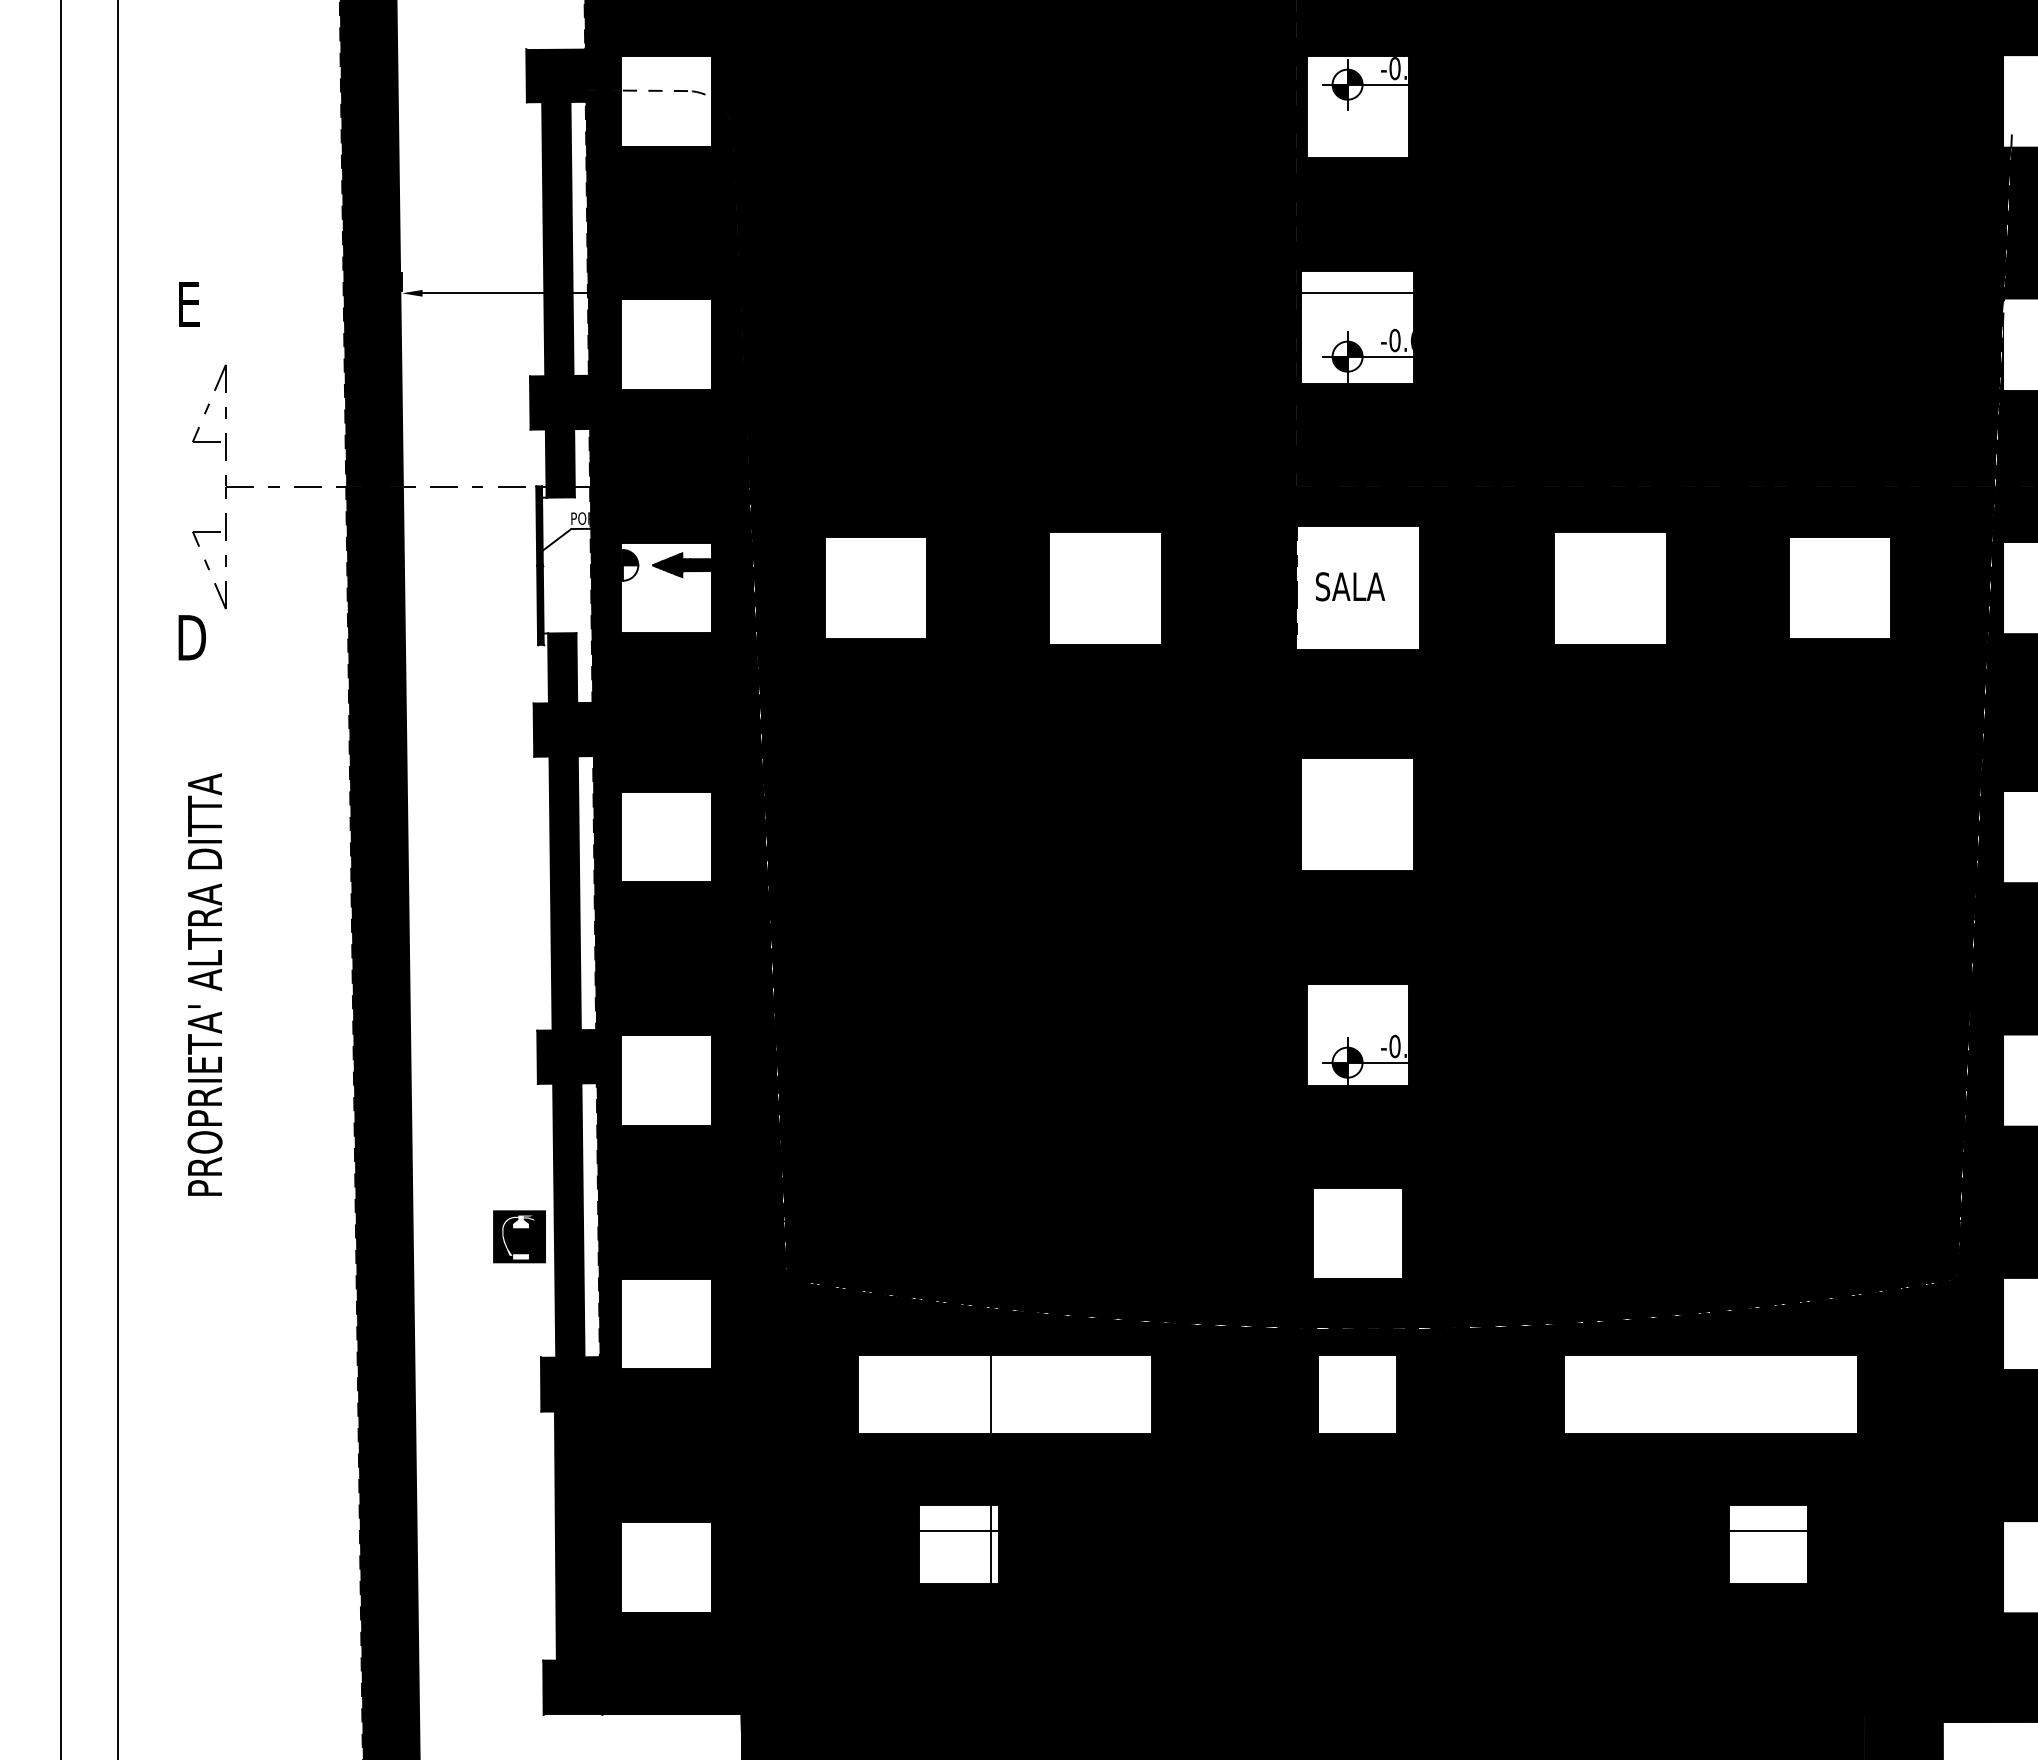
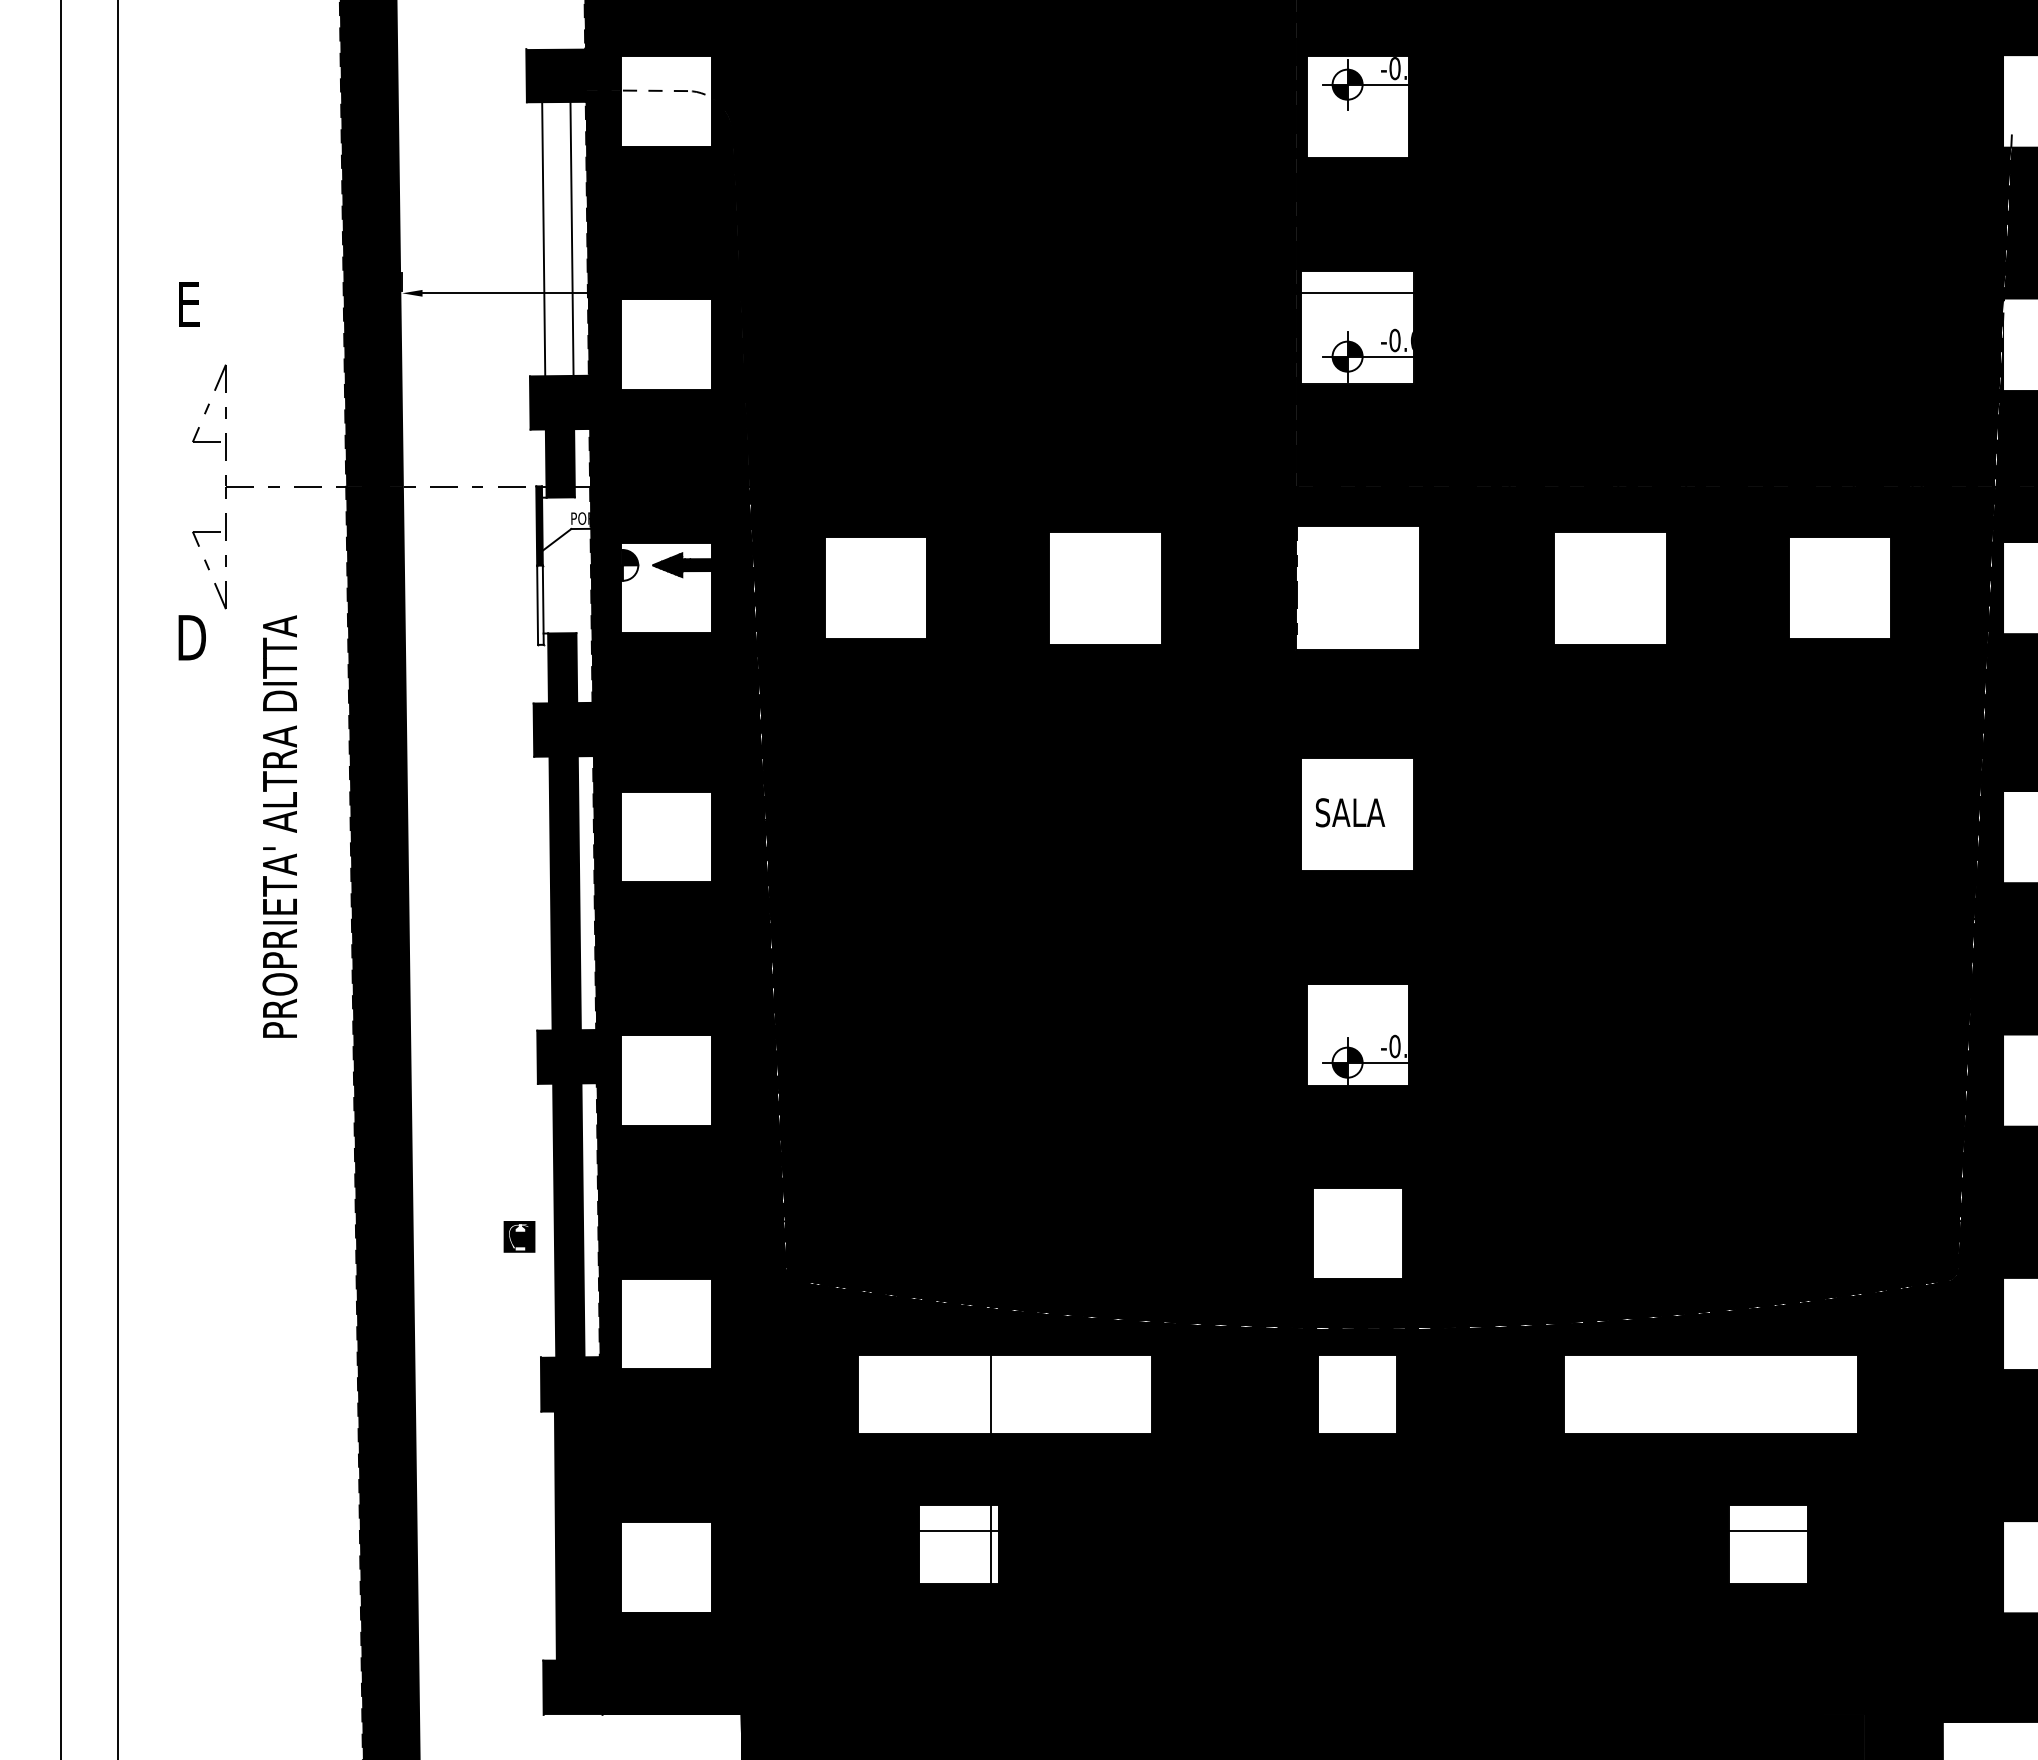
fill at (557, 238): present -> none
text at (1350, 586) position: (1350, 586) -> (1350, 812)
fill at (540, 604): present -> none
text at (204, 984) position: (204, 984) -> (279, 826)
part at (519, 1236) size: 53x54 px -> 33x32 px
